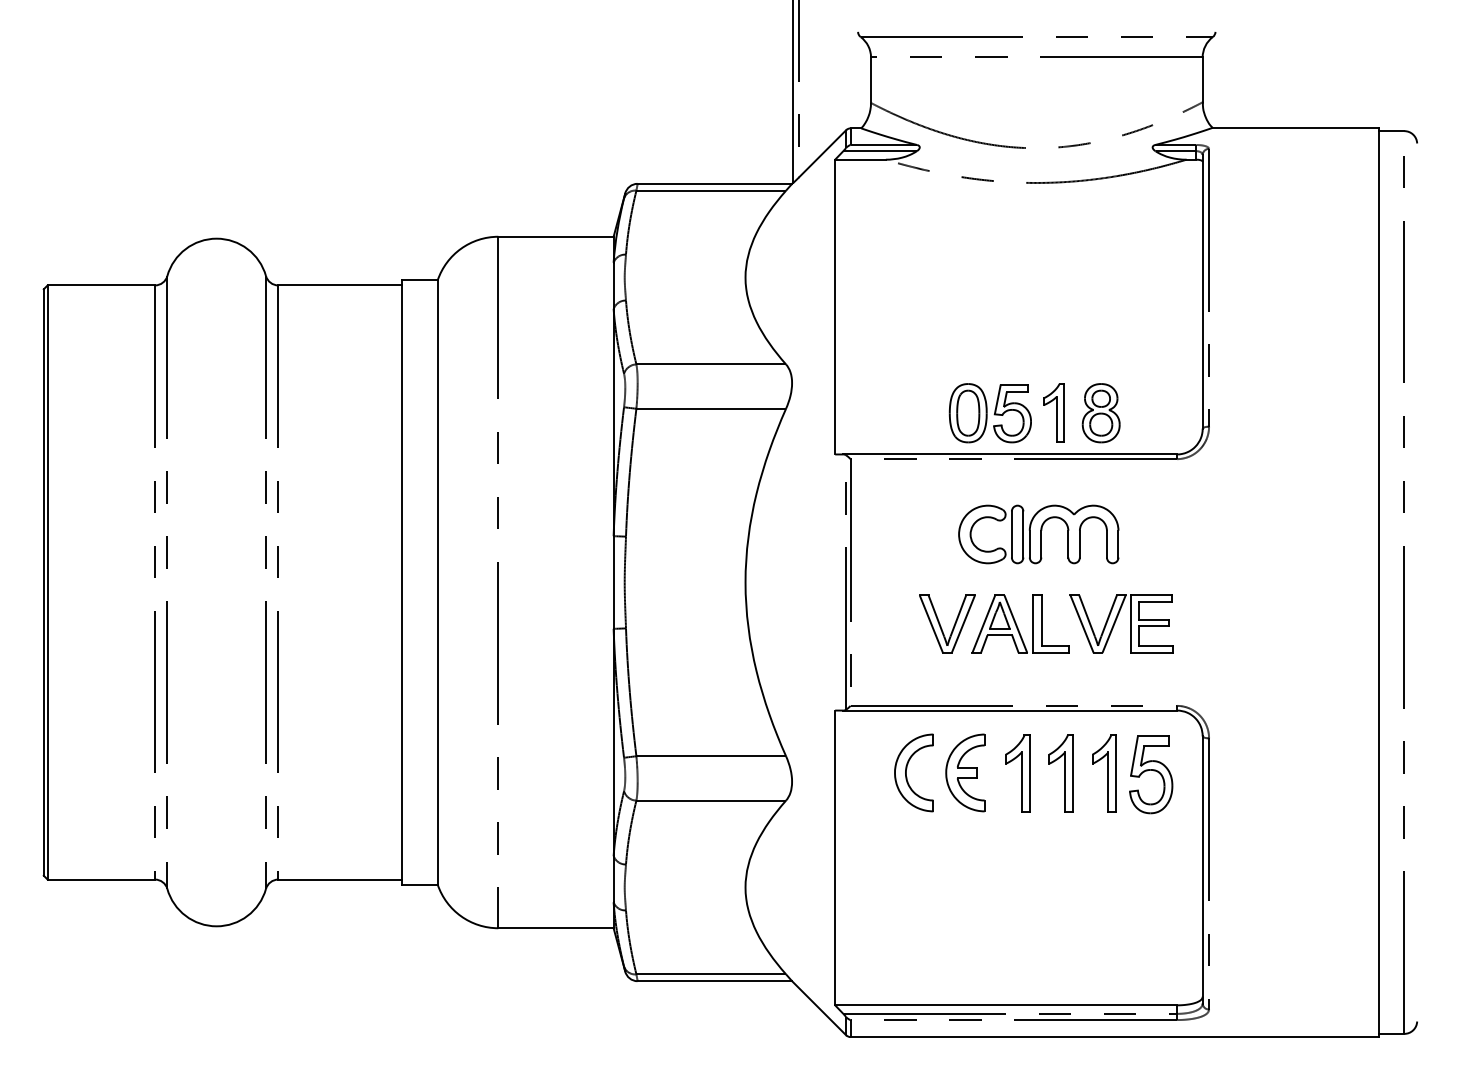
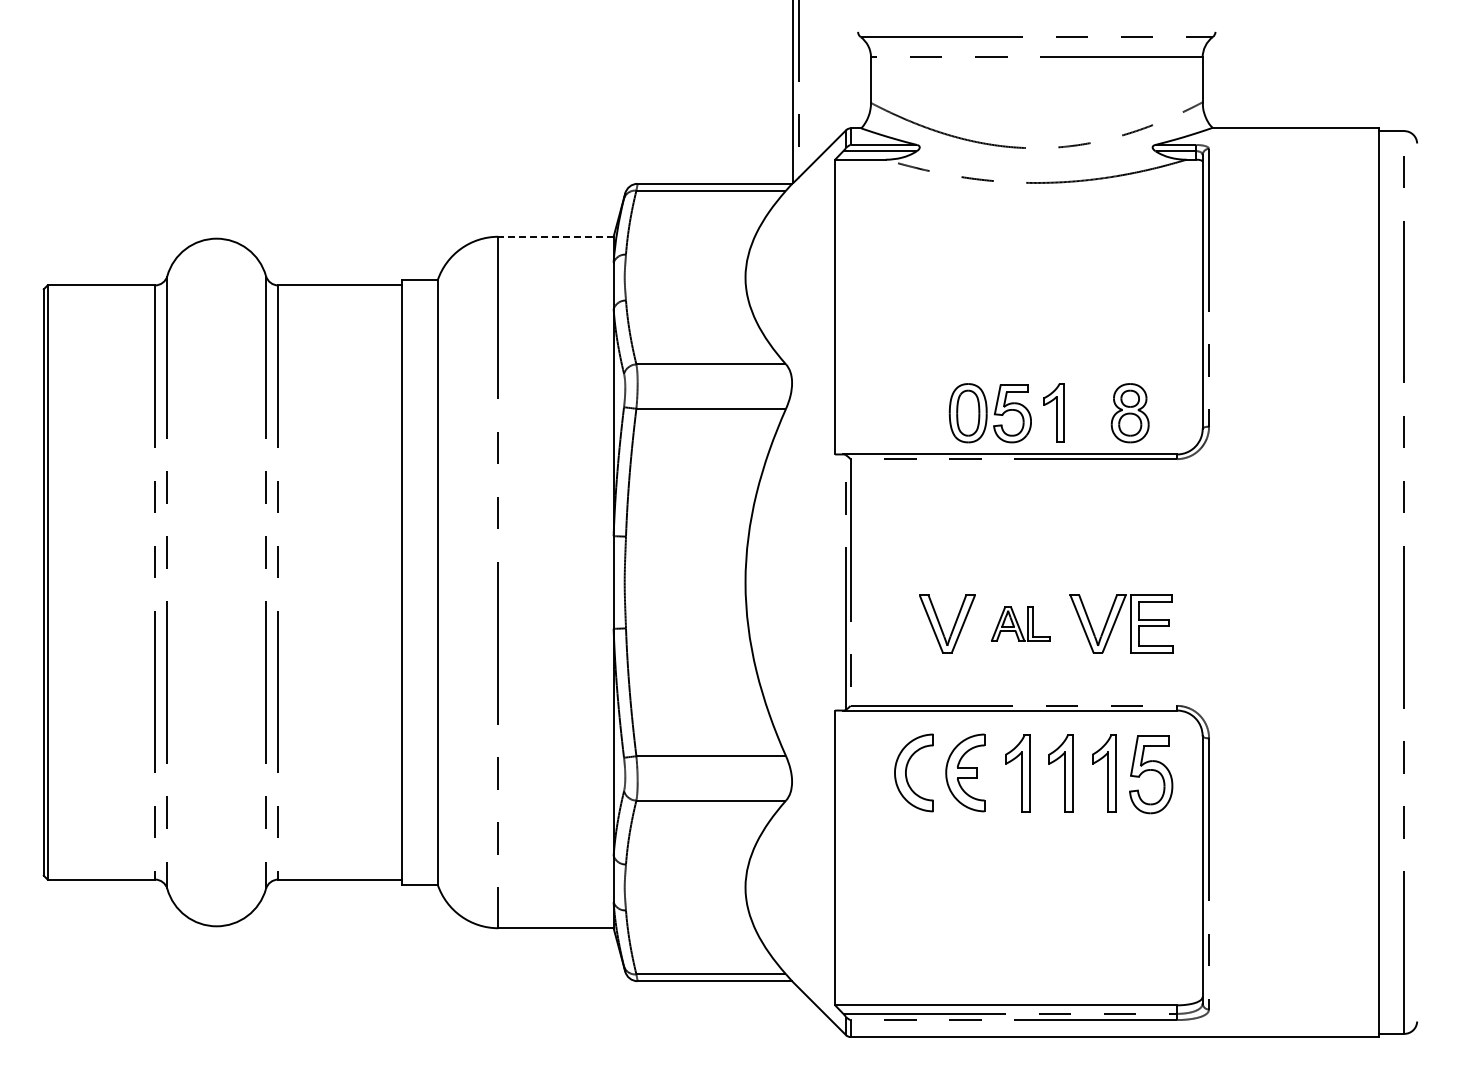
line at (556, 236): solid -> dashed
part at (1100, 413) position: (1100, 413) -> (1129, 413)
part at (1038, 534): present -> none
part at (1020, 623) size: 99x60 px -> 60x36 px
